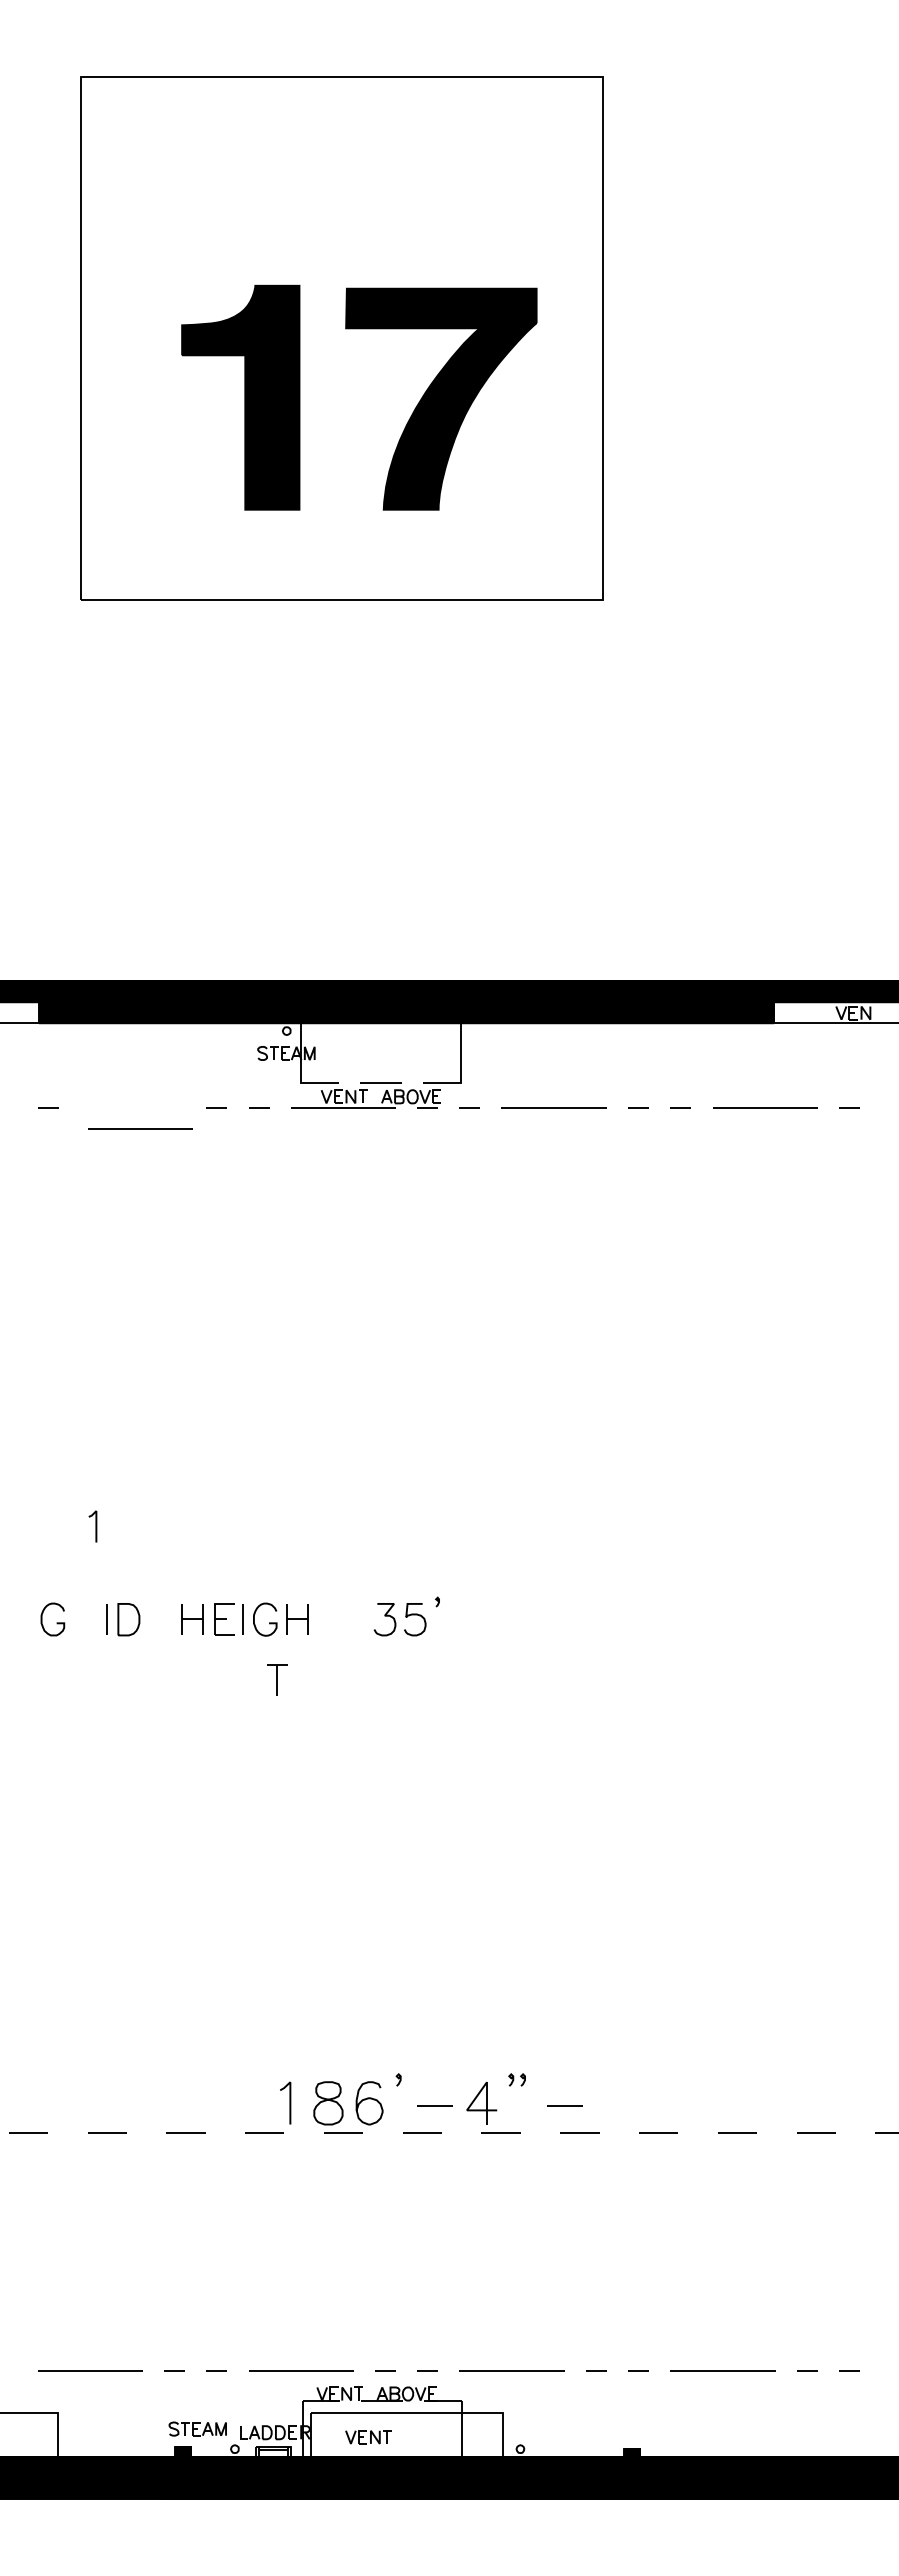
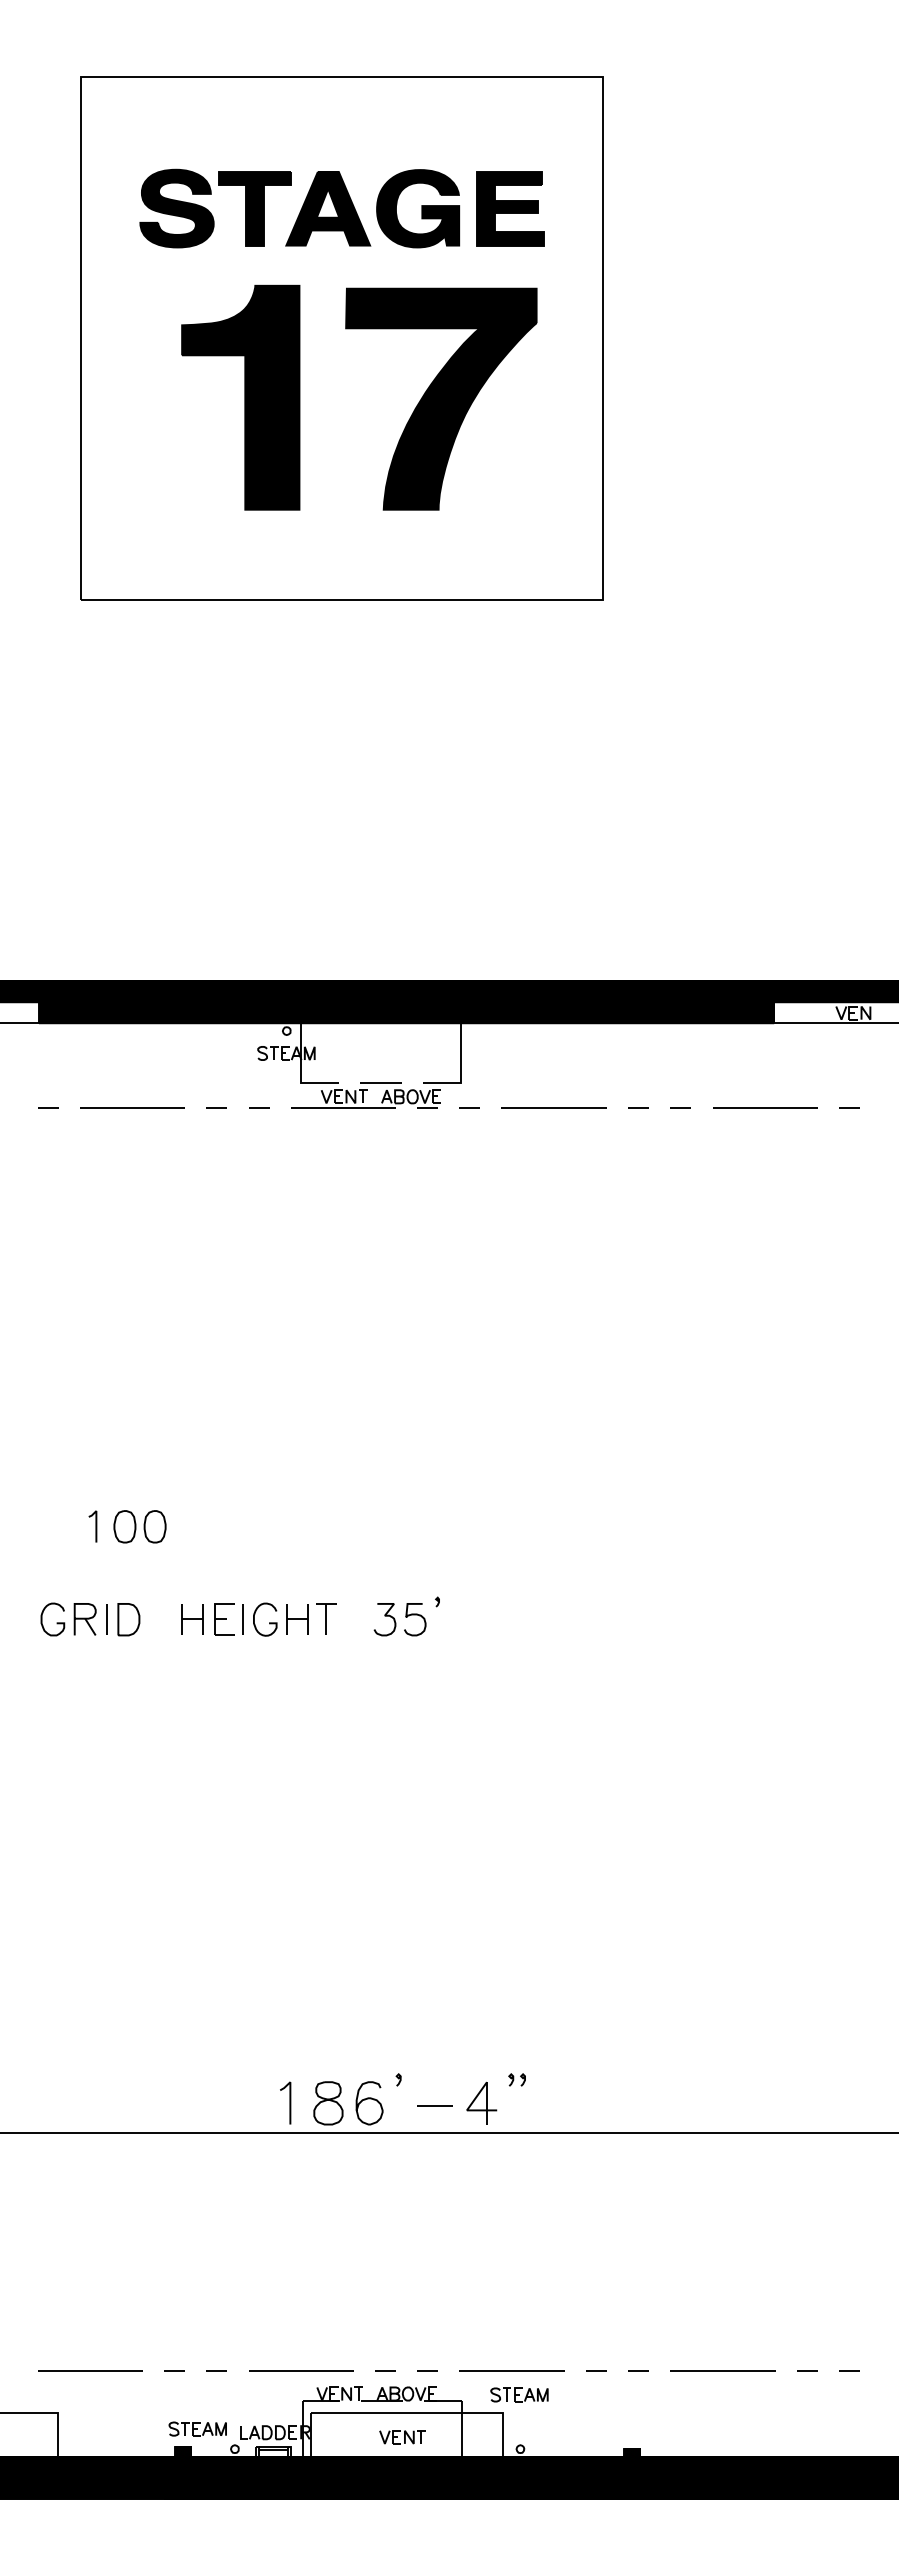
part at (341, 208): none -> present
line at (140, 1128) position: (140, 1128) -> (132, 1107)
part at (139, 1526): none -> present
part at (84, 1619): none -> present
part at (277, 1679) position: (277, 1679) -> (326, 1618)
line at (564, 2105): present -> none
line at (449, 2133): dashed -> solid
part at (519, 2394): none -> present
part at (368, 2437) position: (368, 2437) -> (402, 2437)
